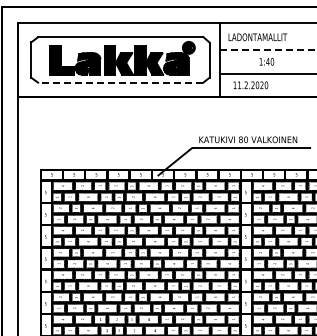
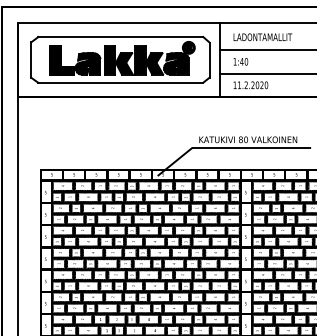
text at (257, 37) position: (257, 37) -> (262, 37)
line at (268, 49): dashed -> solid
text at (266, 61) position: (266, 61) -> (240, 61)
line at (120, 82): dashed -> solid
